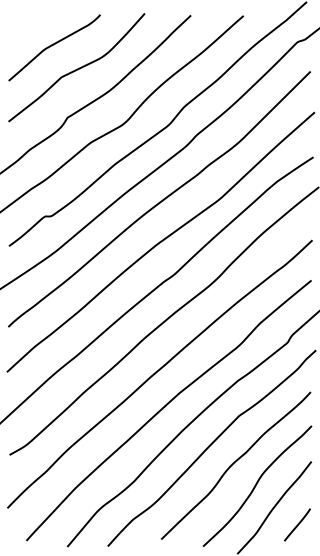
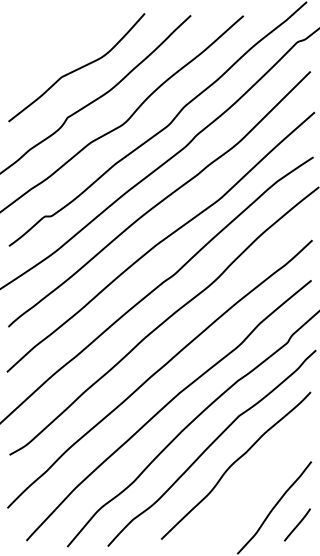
curve at (53, 45): present -> none
curve at (257, 484): present -> none
